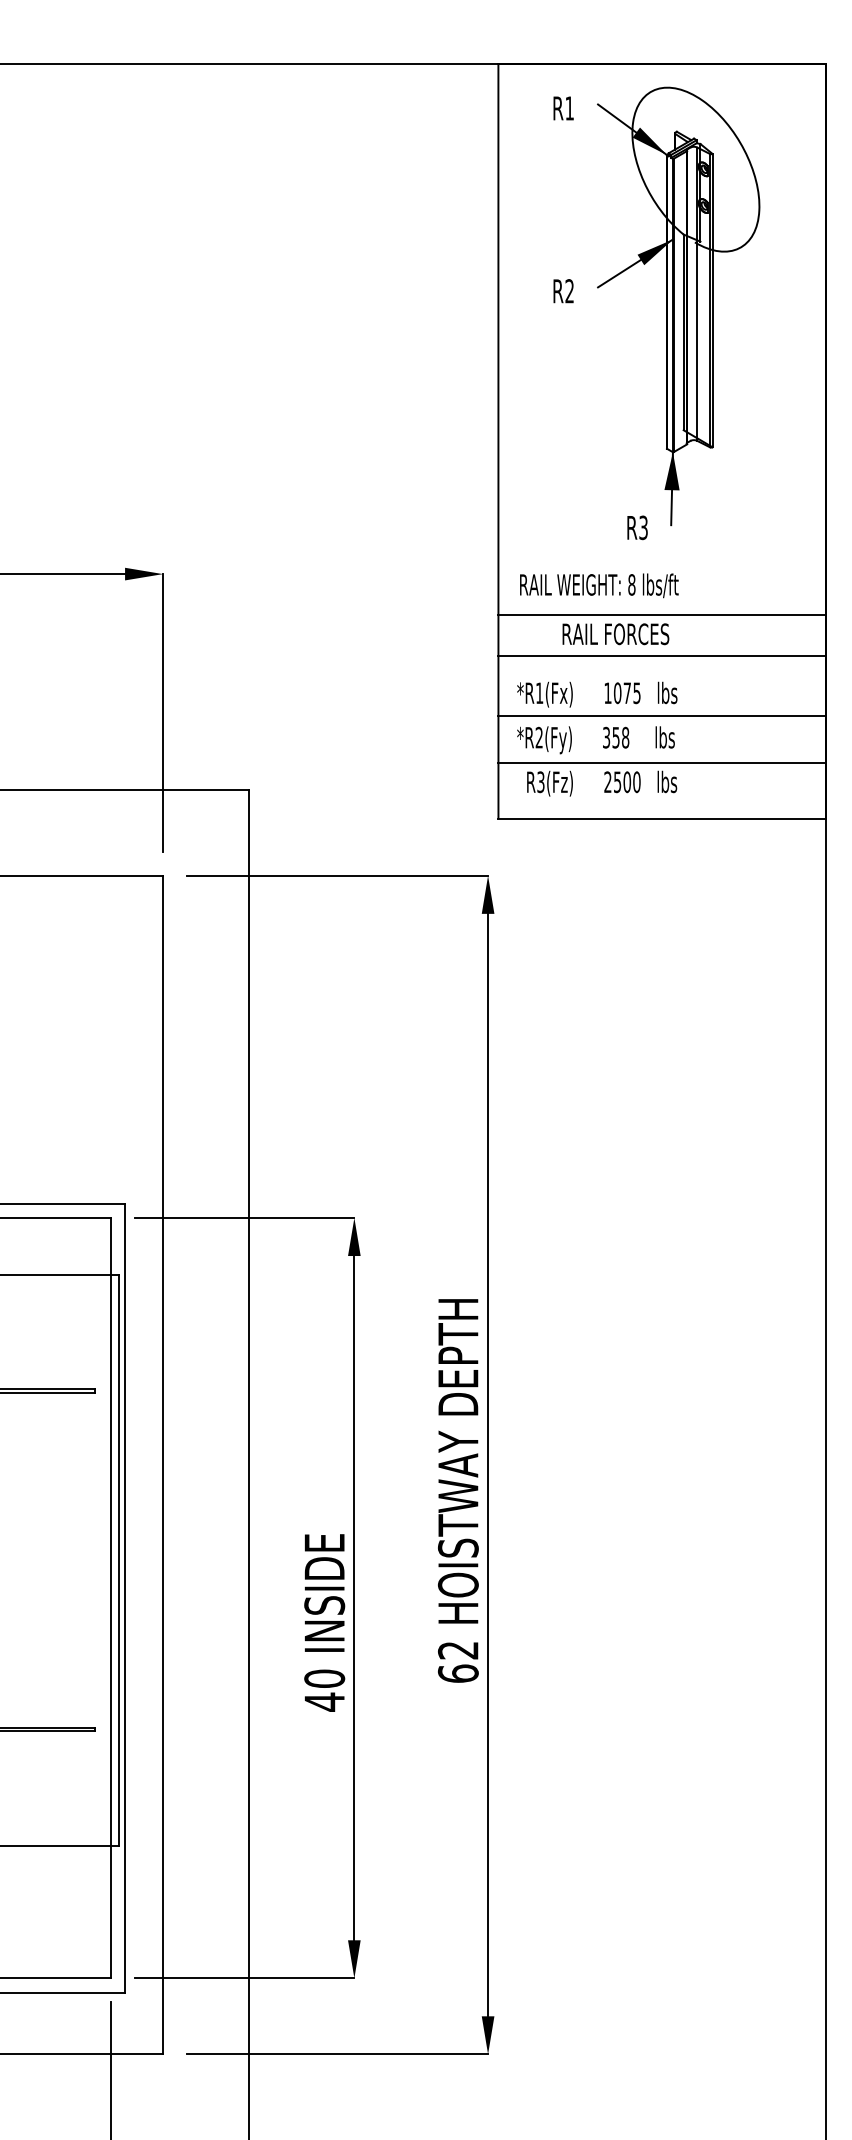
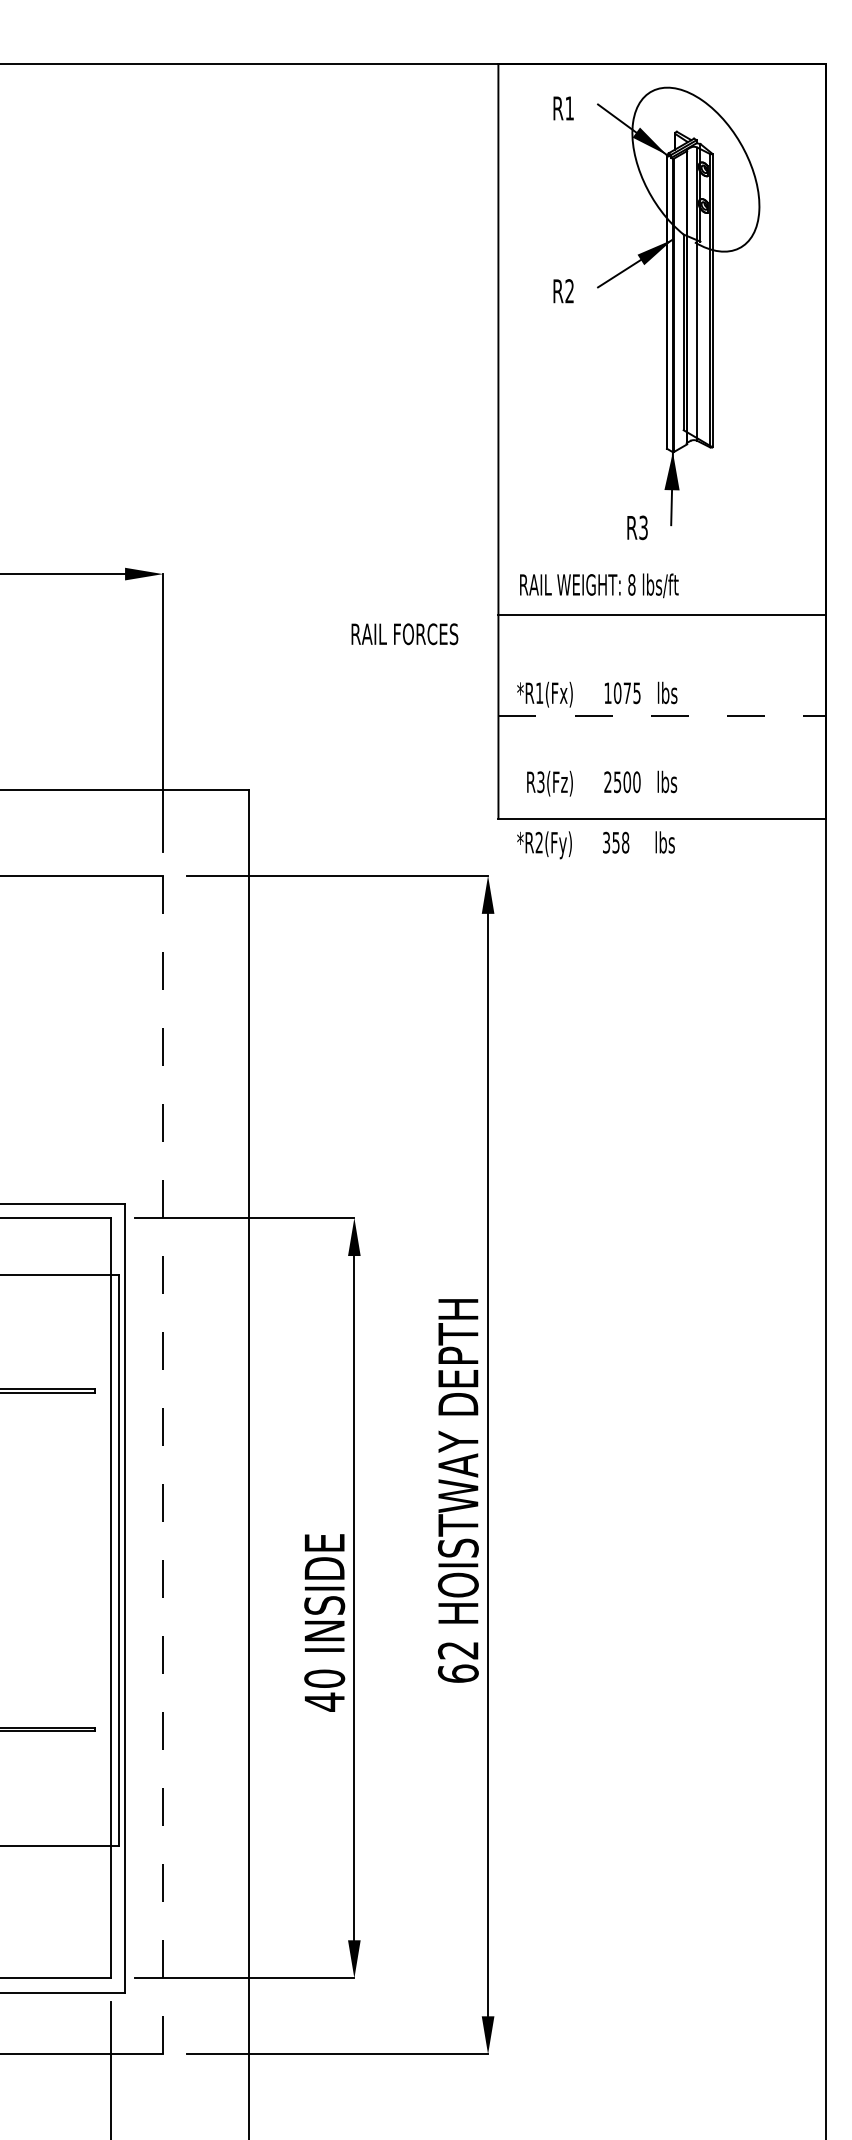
text at (615, 634) position: (615, 634) -> (404, 634)
line at (662, 656): present -> none
line at (662, 716): solid -> dashed
text at (595, 740) position: (595, 740) -> (595, 845)
line at (662, 763): present -> none
line at (163, 1464): solid -> dashed
